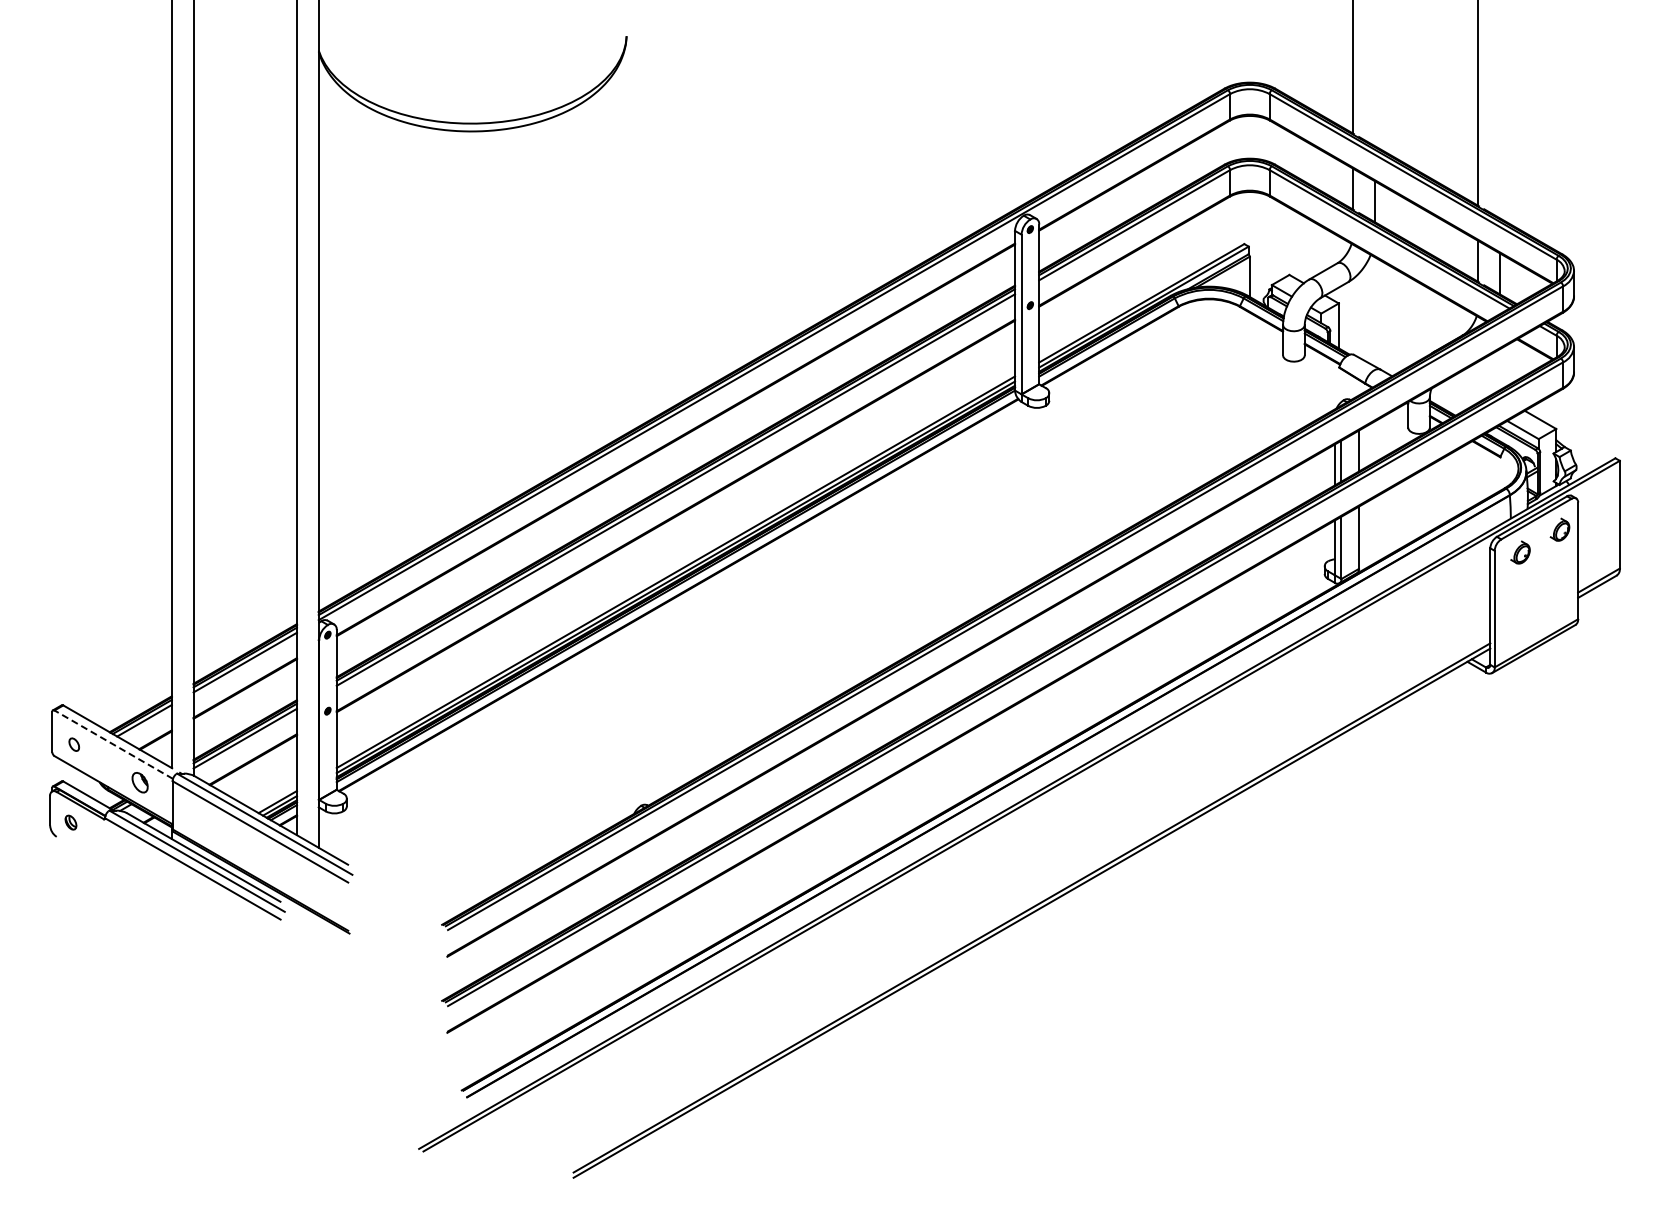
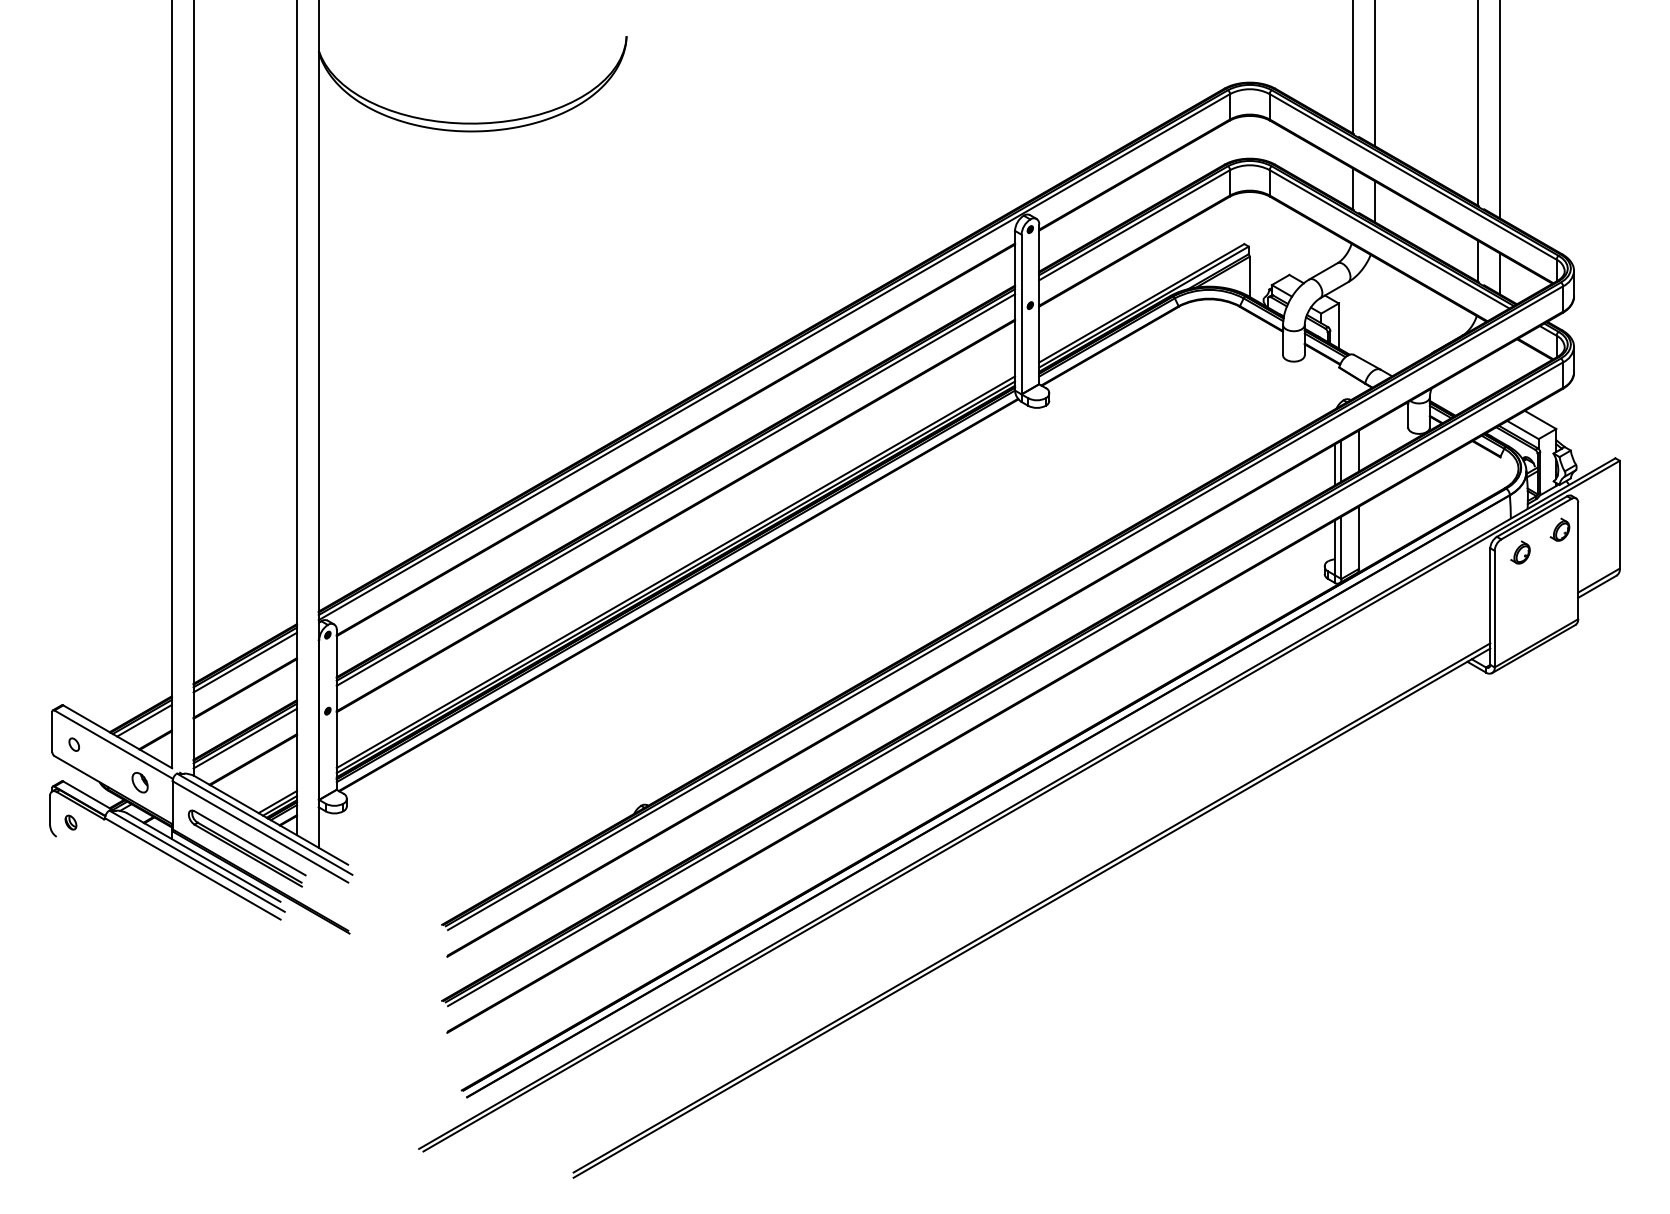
line at (1374, 73): none -> present
line at (1499, 110): none -> present
line at (113, 744): dashed -> solid
part at (246, 848): none -> present
